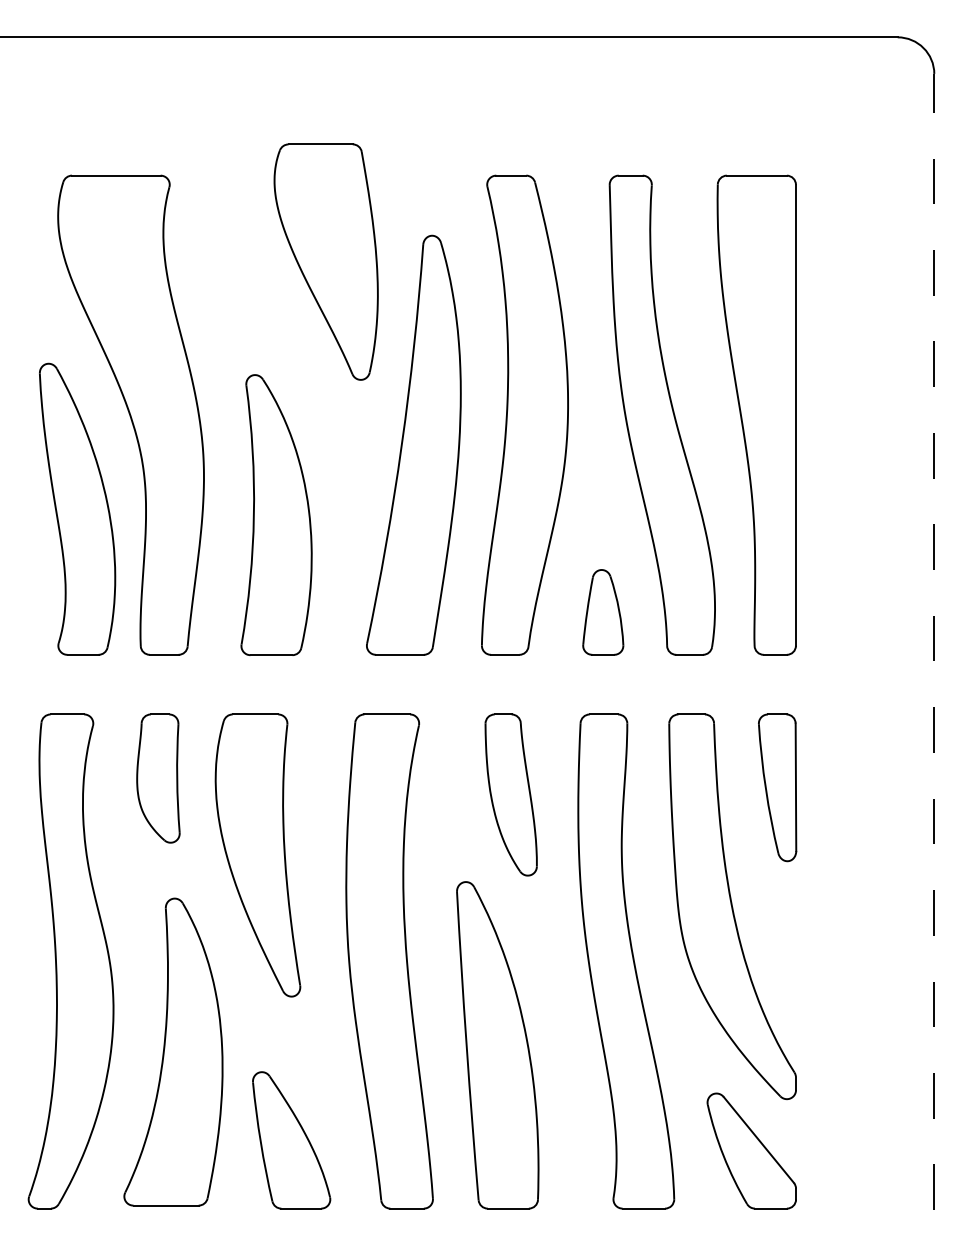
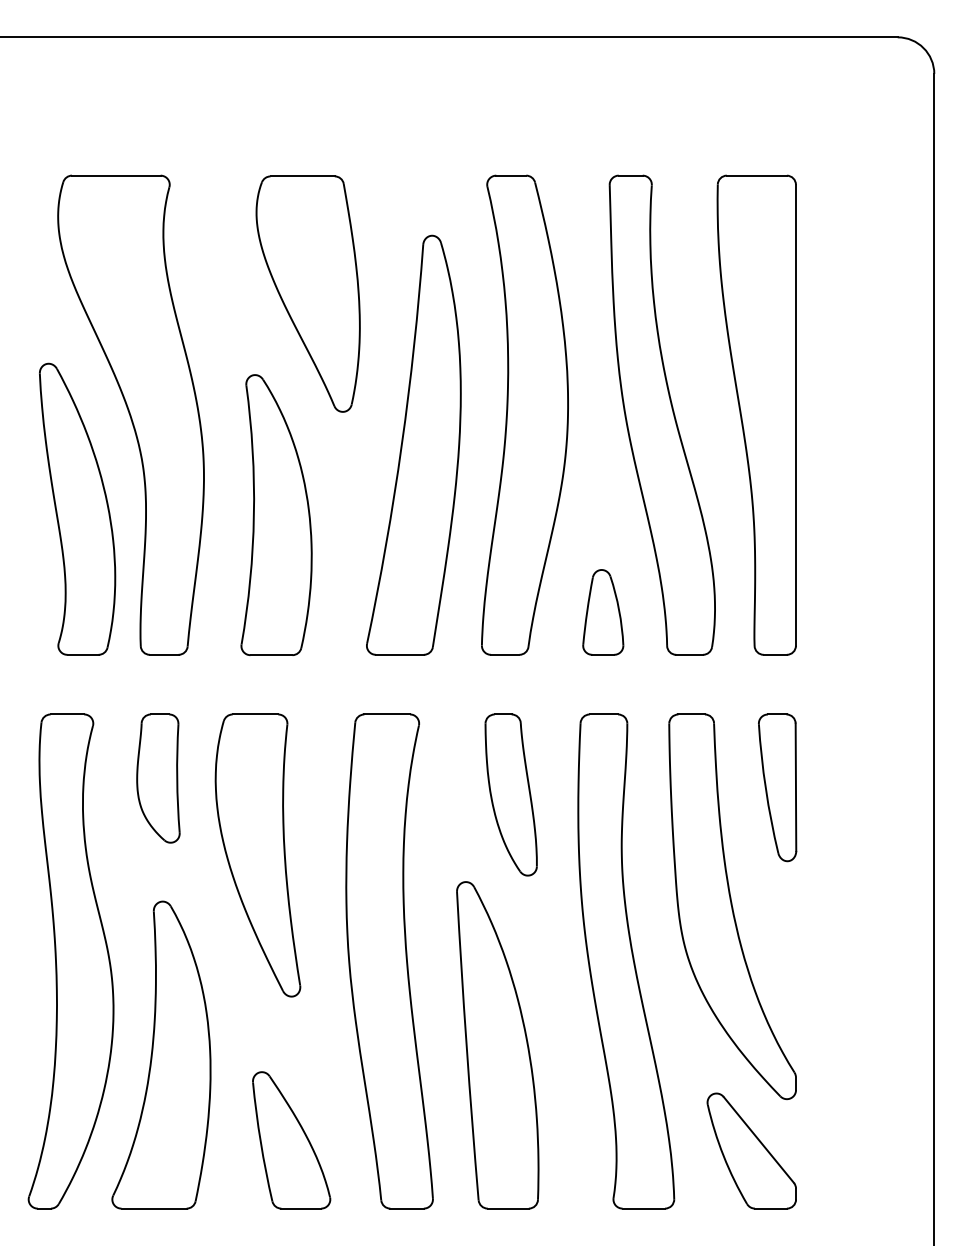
part at (325, 261) position: (325, 261) -> (307, 293)
line at (934, 659): dashed -> solid
part at (173, 1051) position: (173, 1051) -> (161, 1054)
